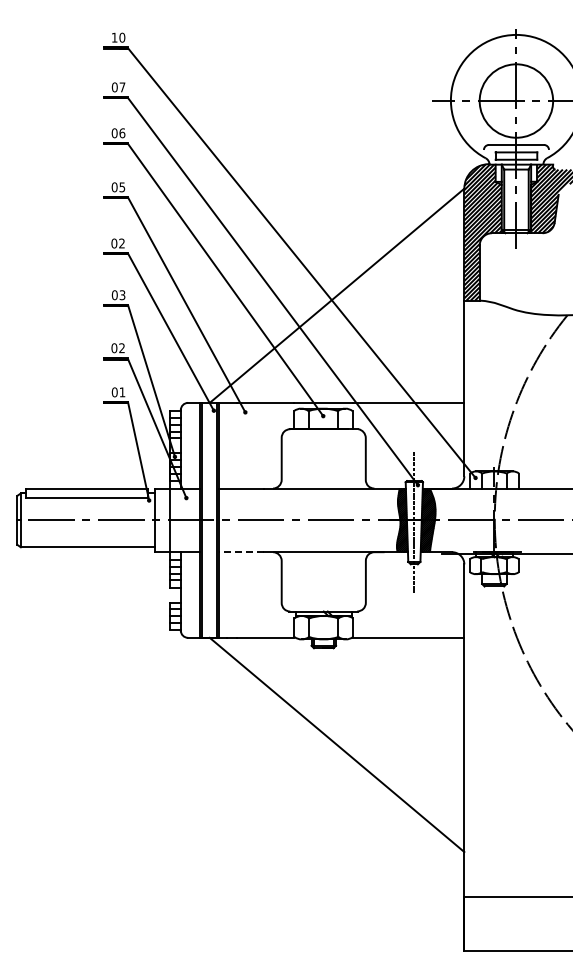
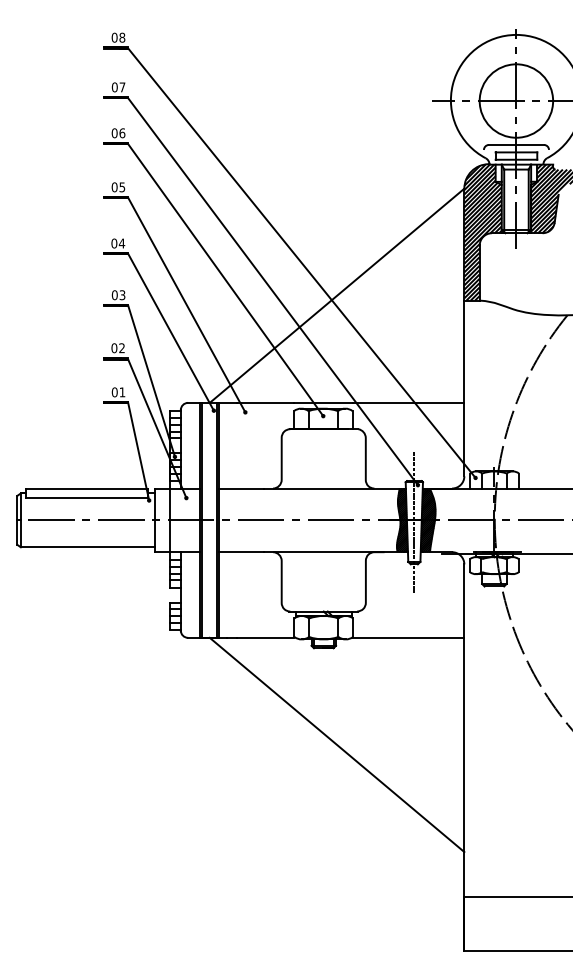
text at (118, 37): 10 -> 08
text at (121, 243): 02 -> 04
line at (241, 552): dashed -> solid
